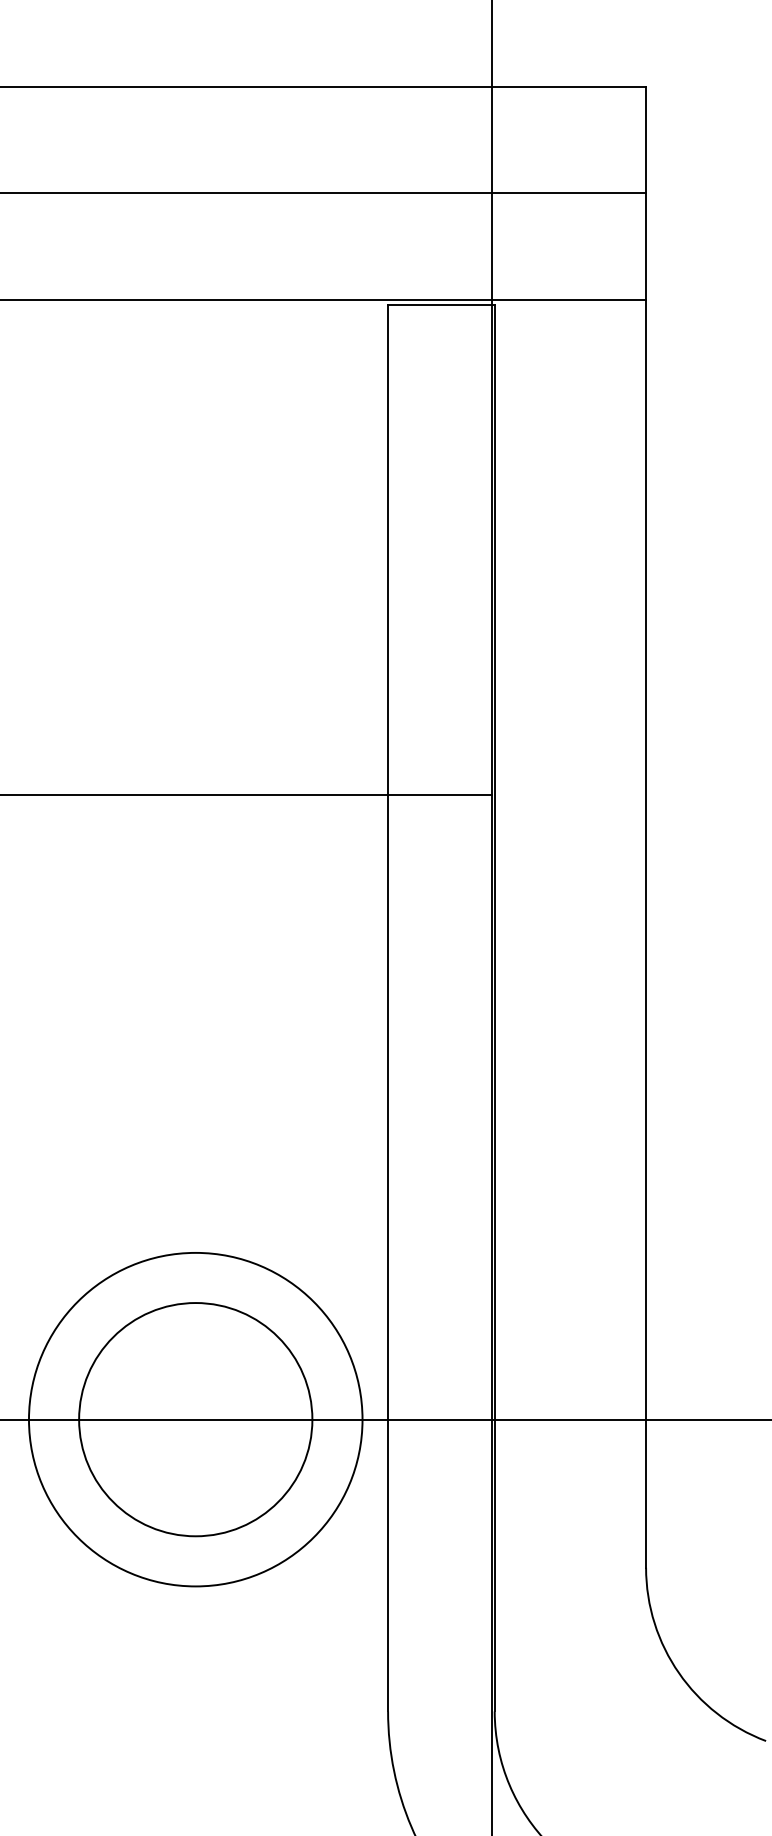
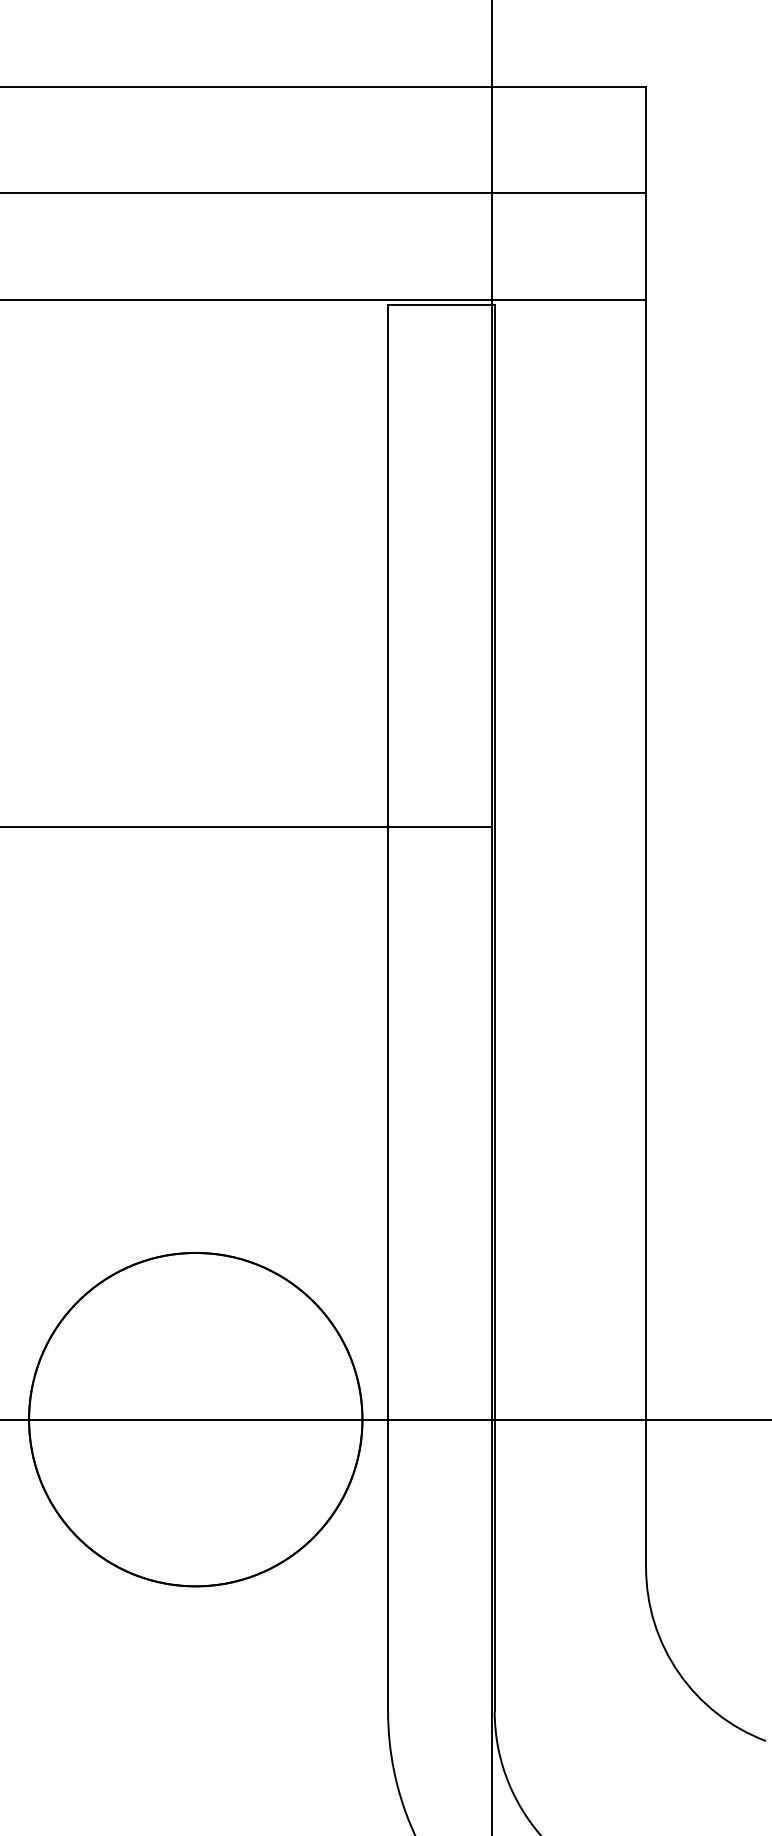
line at (246, 795) position: (246, 795) -> (246, 827)
circle at (195, 1419) diameter: 233 px -> 333 px
